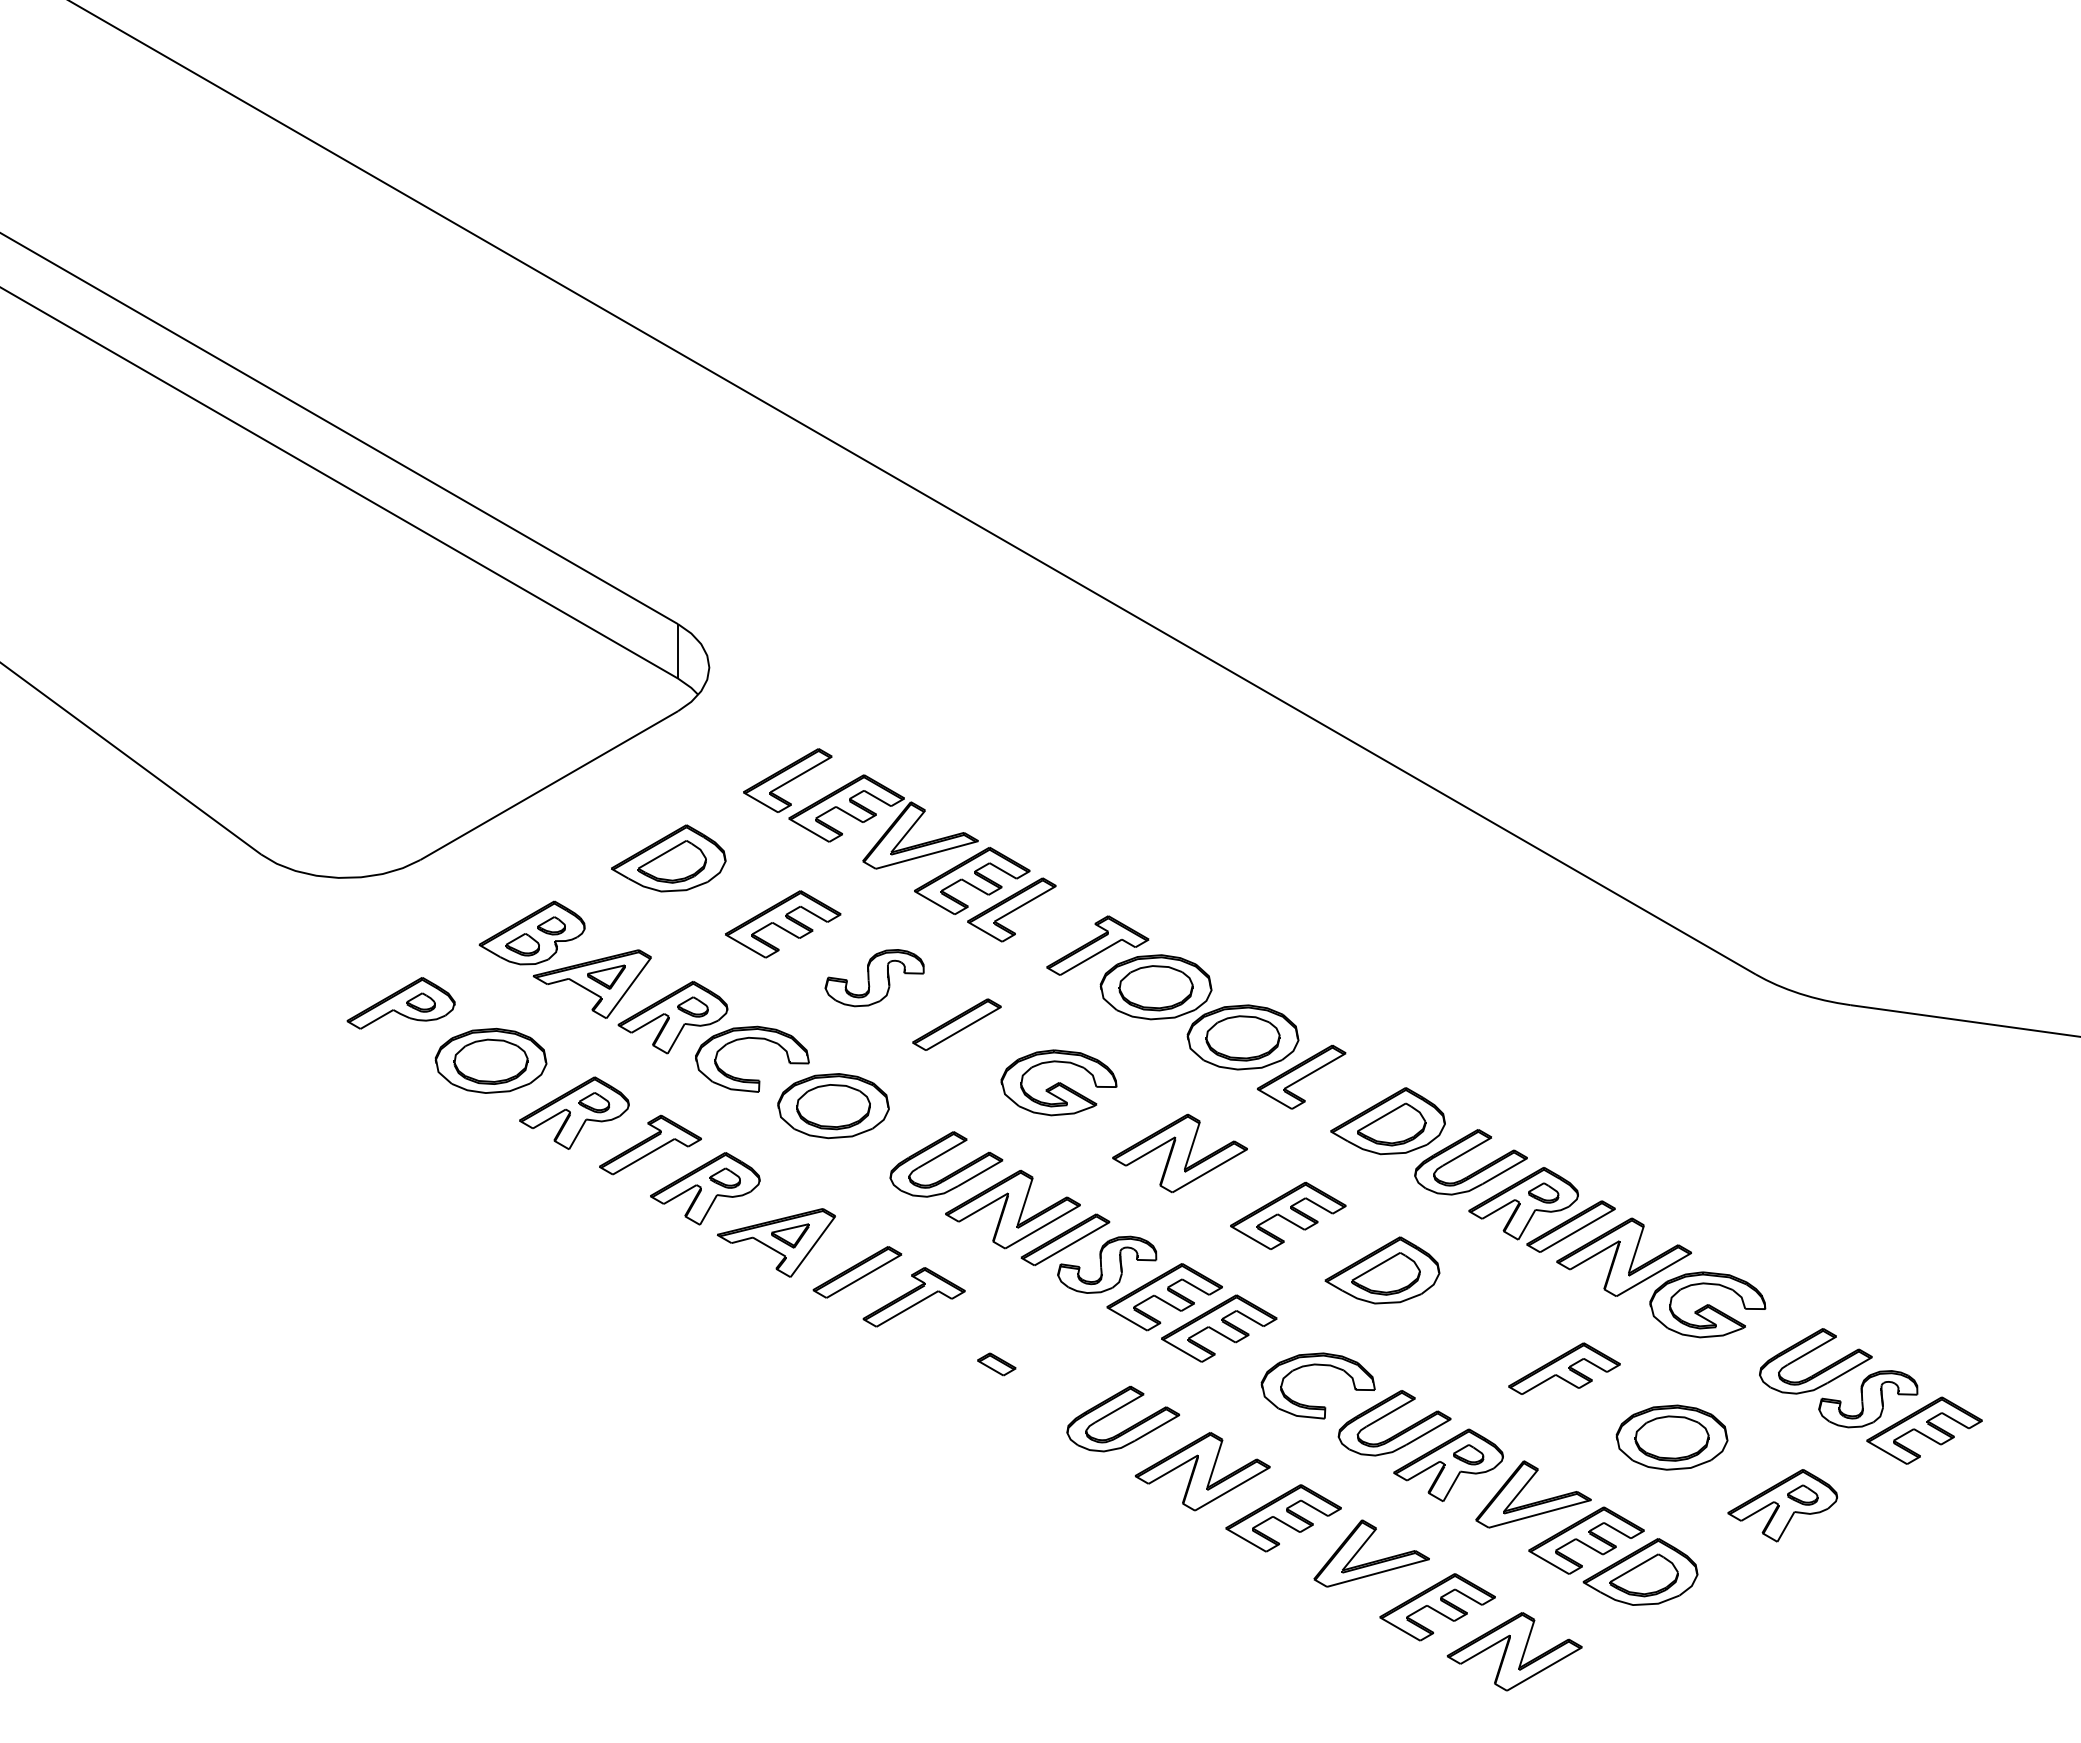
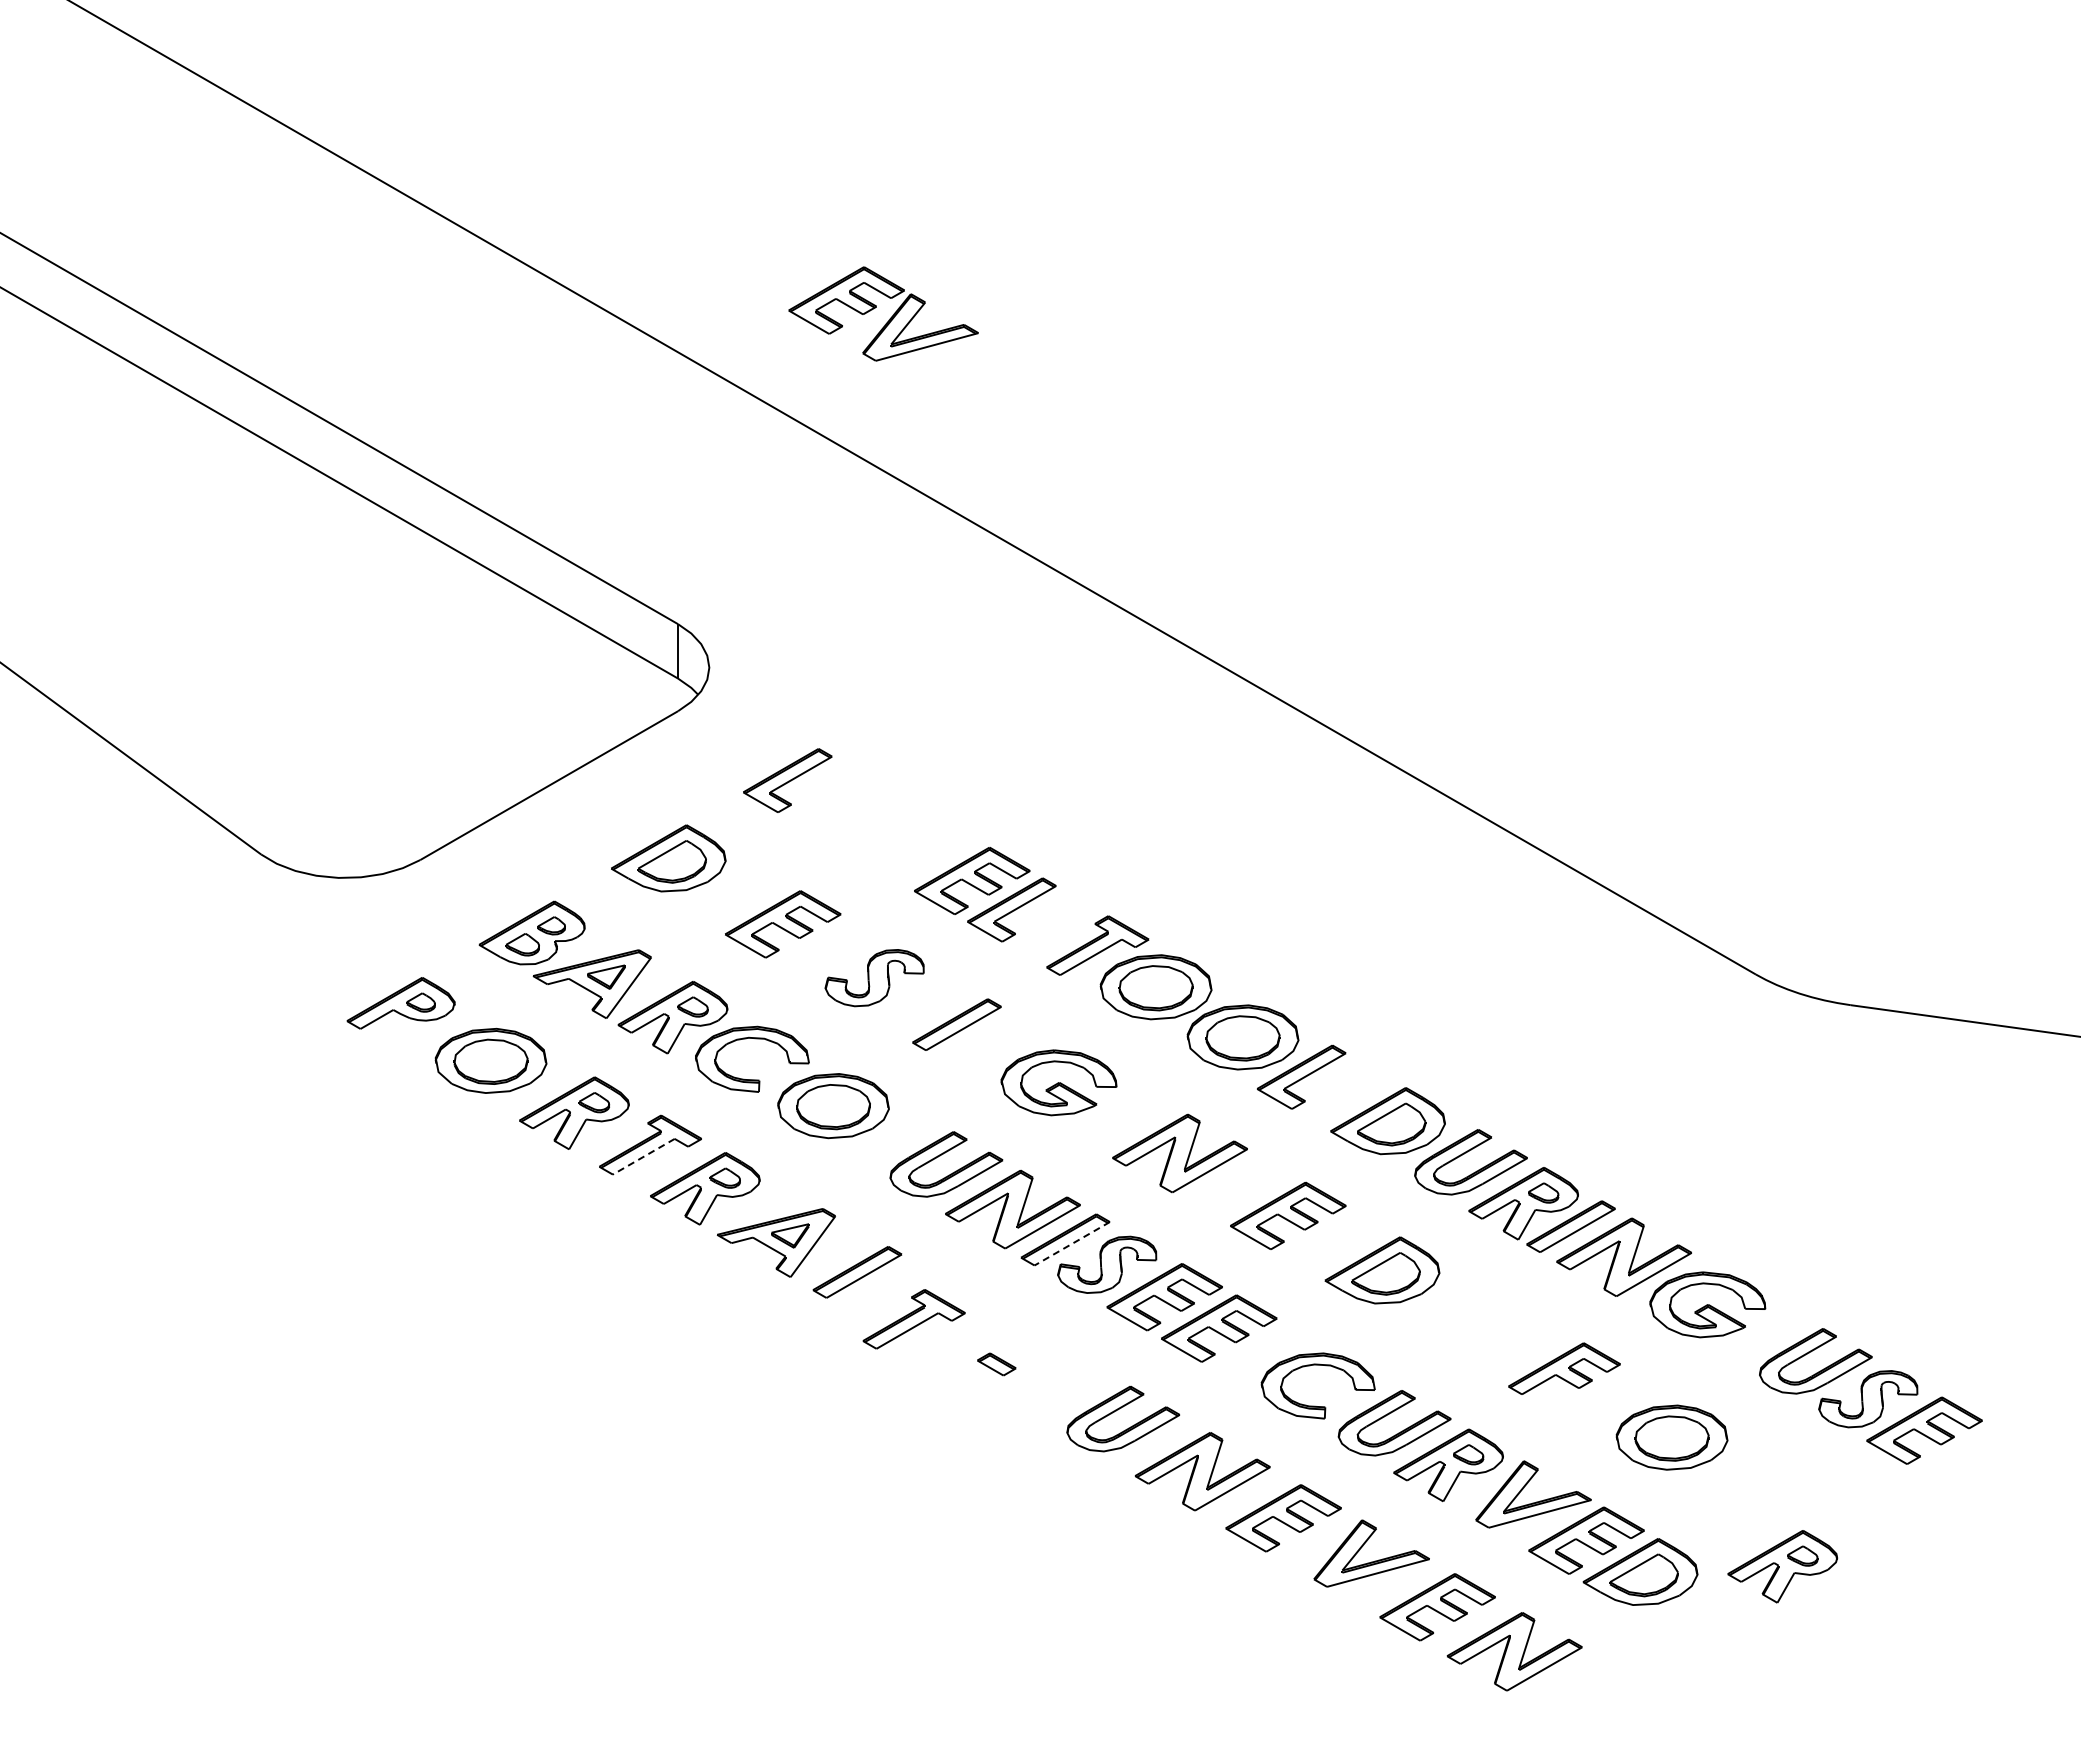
part at (889, 826) position: (889, 826) -> (889, 318)
line at (643, 1156): solid -> dashed
line at (1072, 1243): solid -> dashed
part at (913, 1297) position: (913, 1297) -> (913, 1319)
part at (1782, 1505) position: (1782, 1505) -> (1782, 1566)
